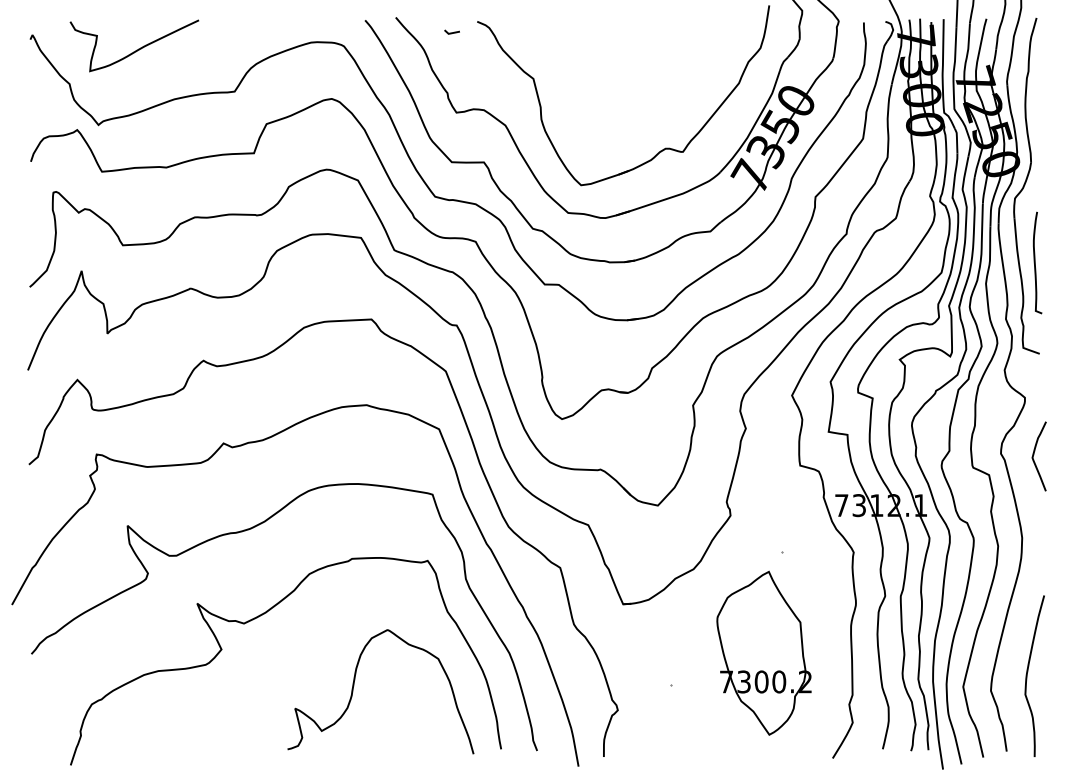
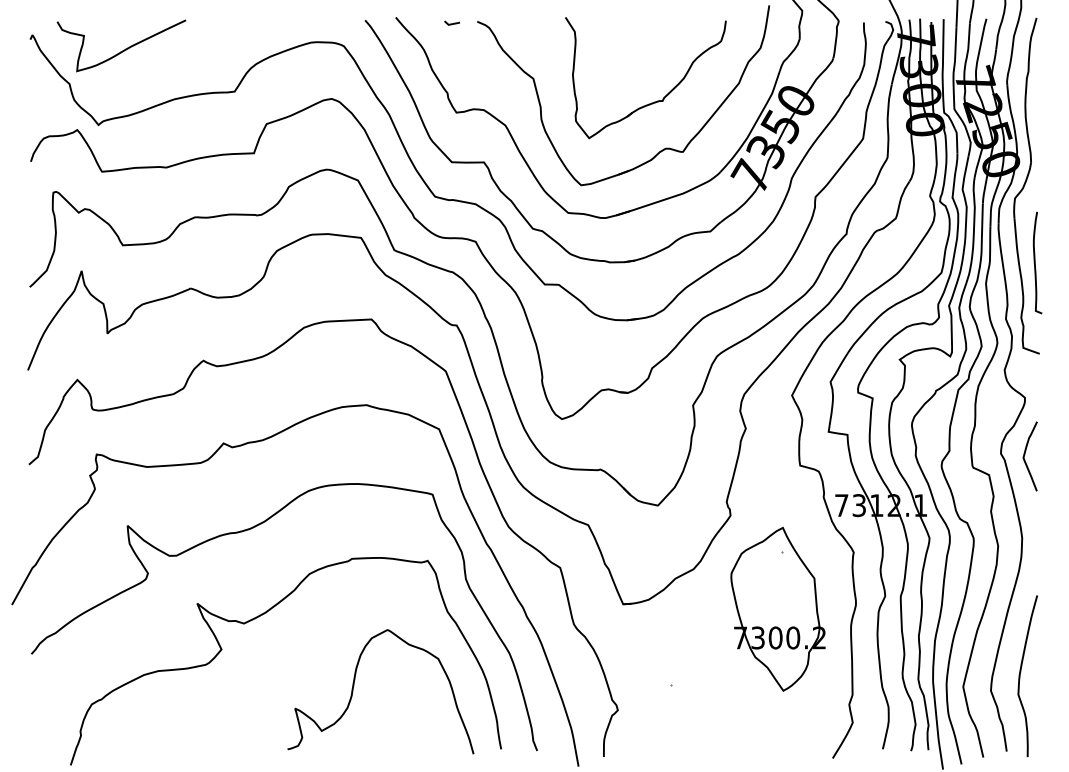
line at (451, 32) position: (451, 32) -> (451, 23)
curve at (136, 49) position: (136, 49) -> (123, 49)
part at (654, 101): none -> present
curve at (1034, 455) position: (1034, 455) -> (1025, 455)
part at (763, 652) position: (763, 652) -> (777, 608)
curve at (1027, 675) position: (1027, 675) -> (1020, 675)
